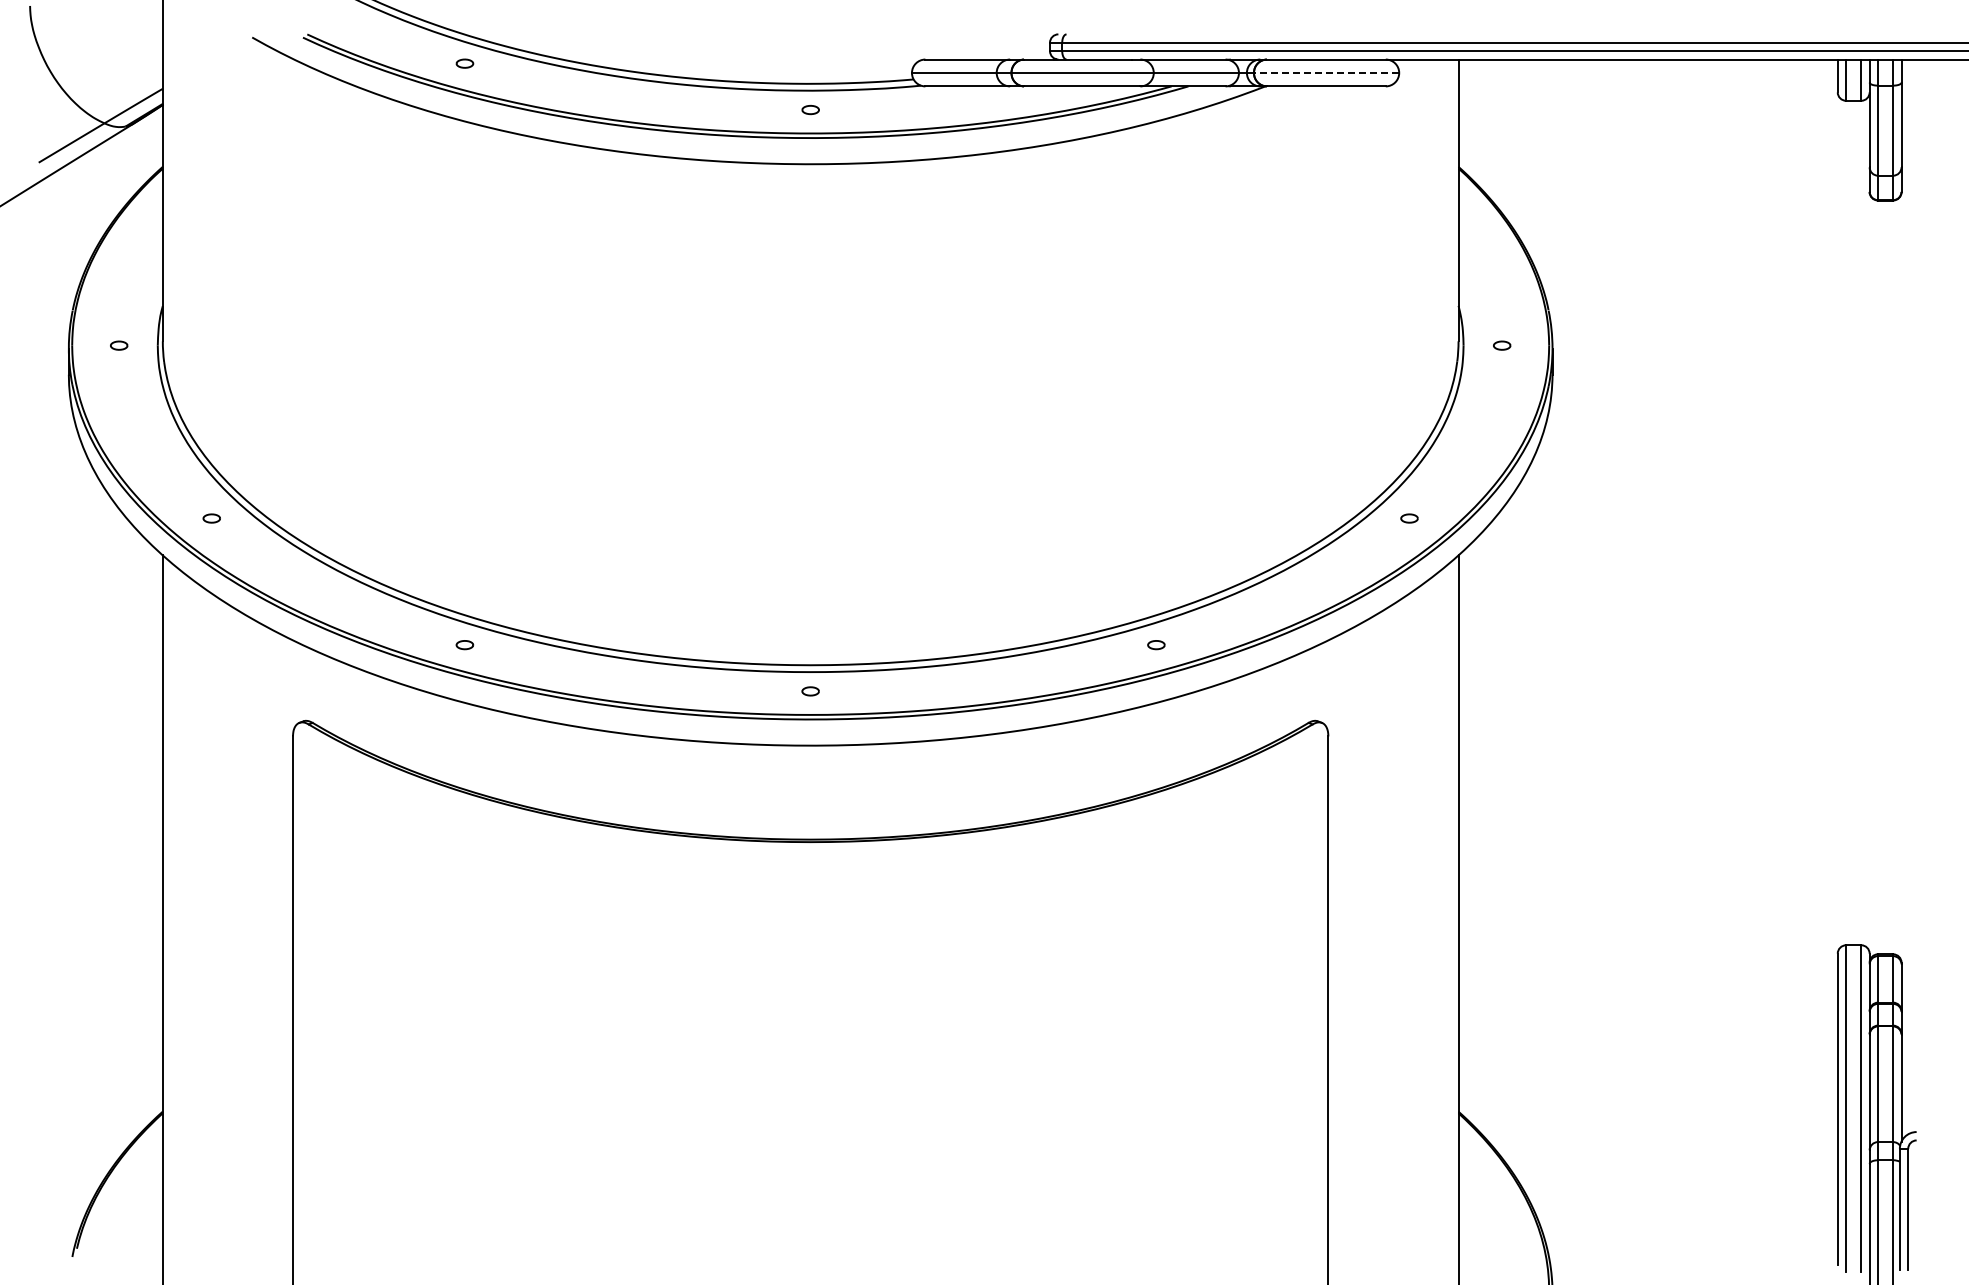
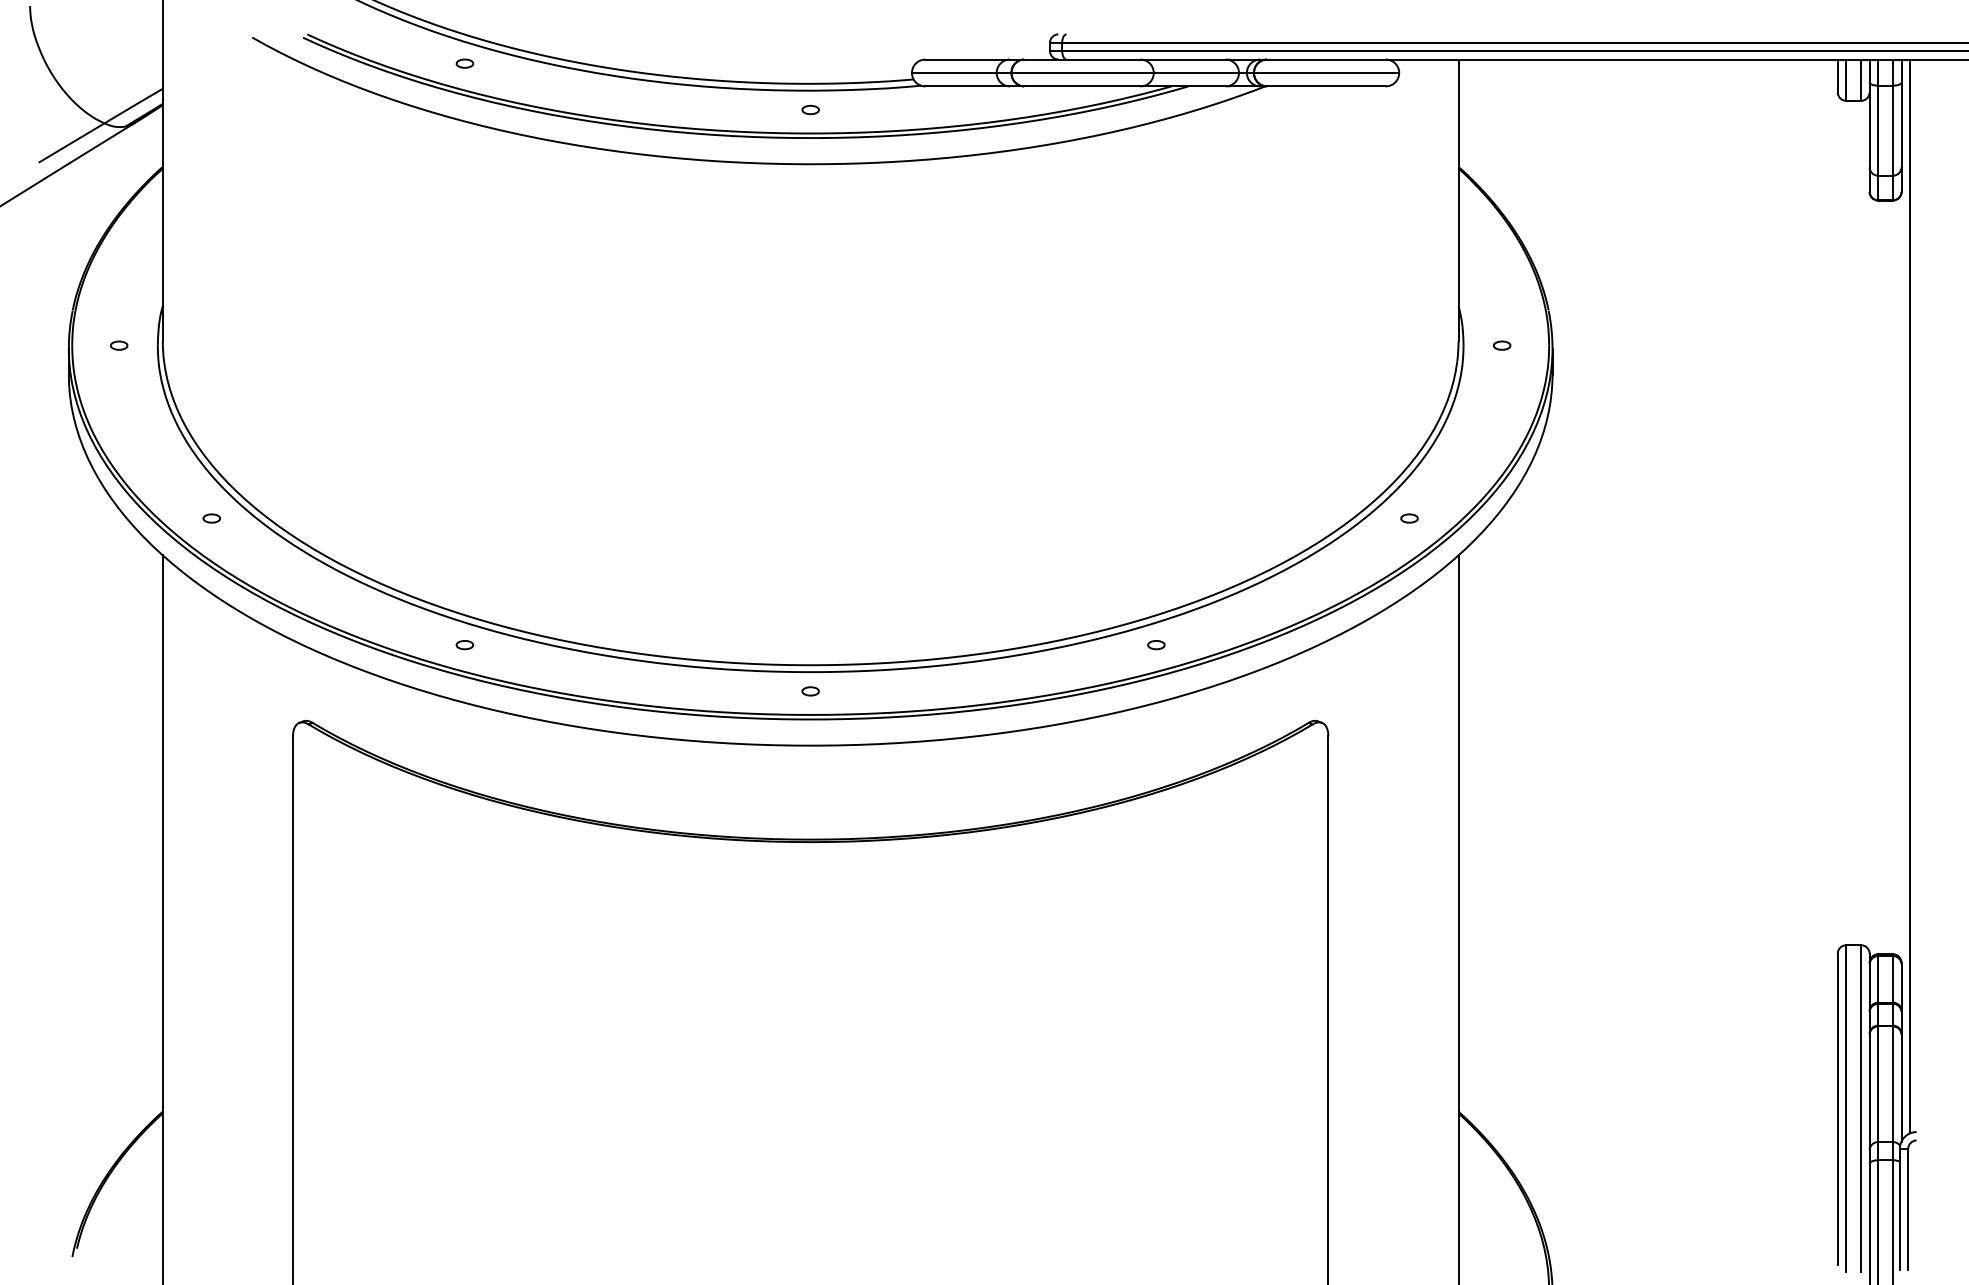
line at (1326, 72): dashed -> solid
line at (1909, 596): none -> present
